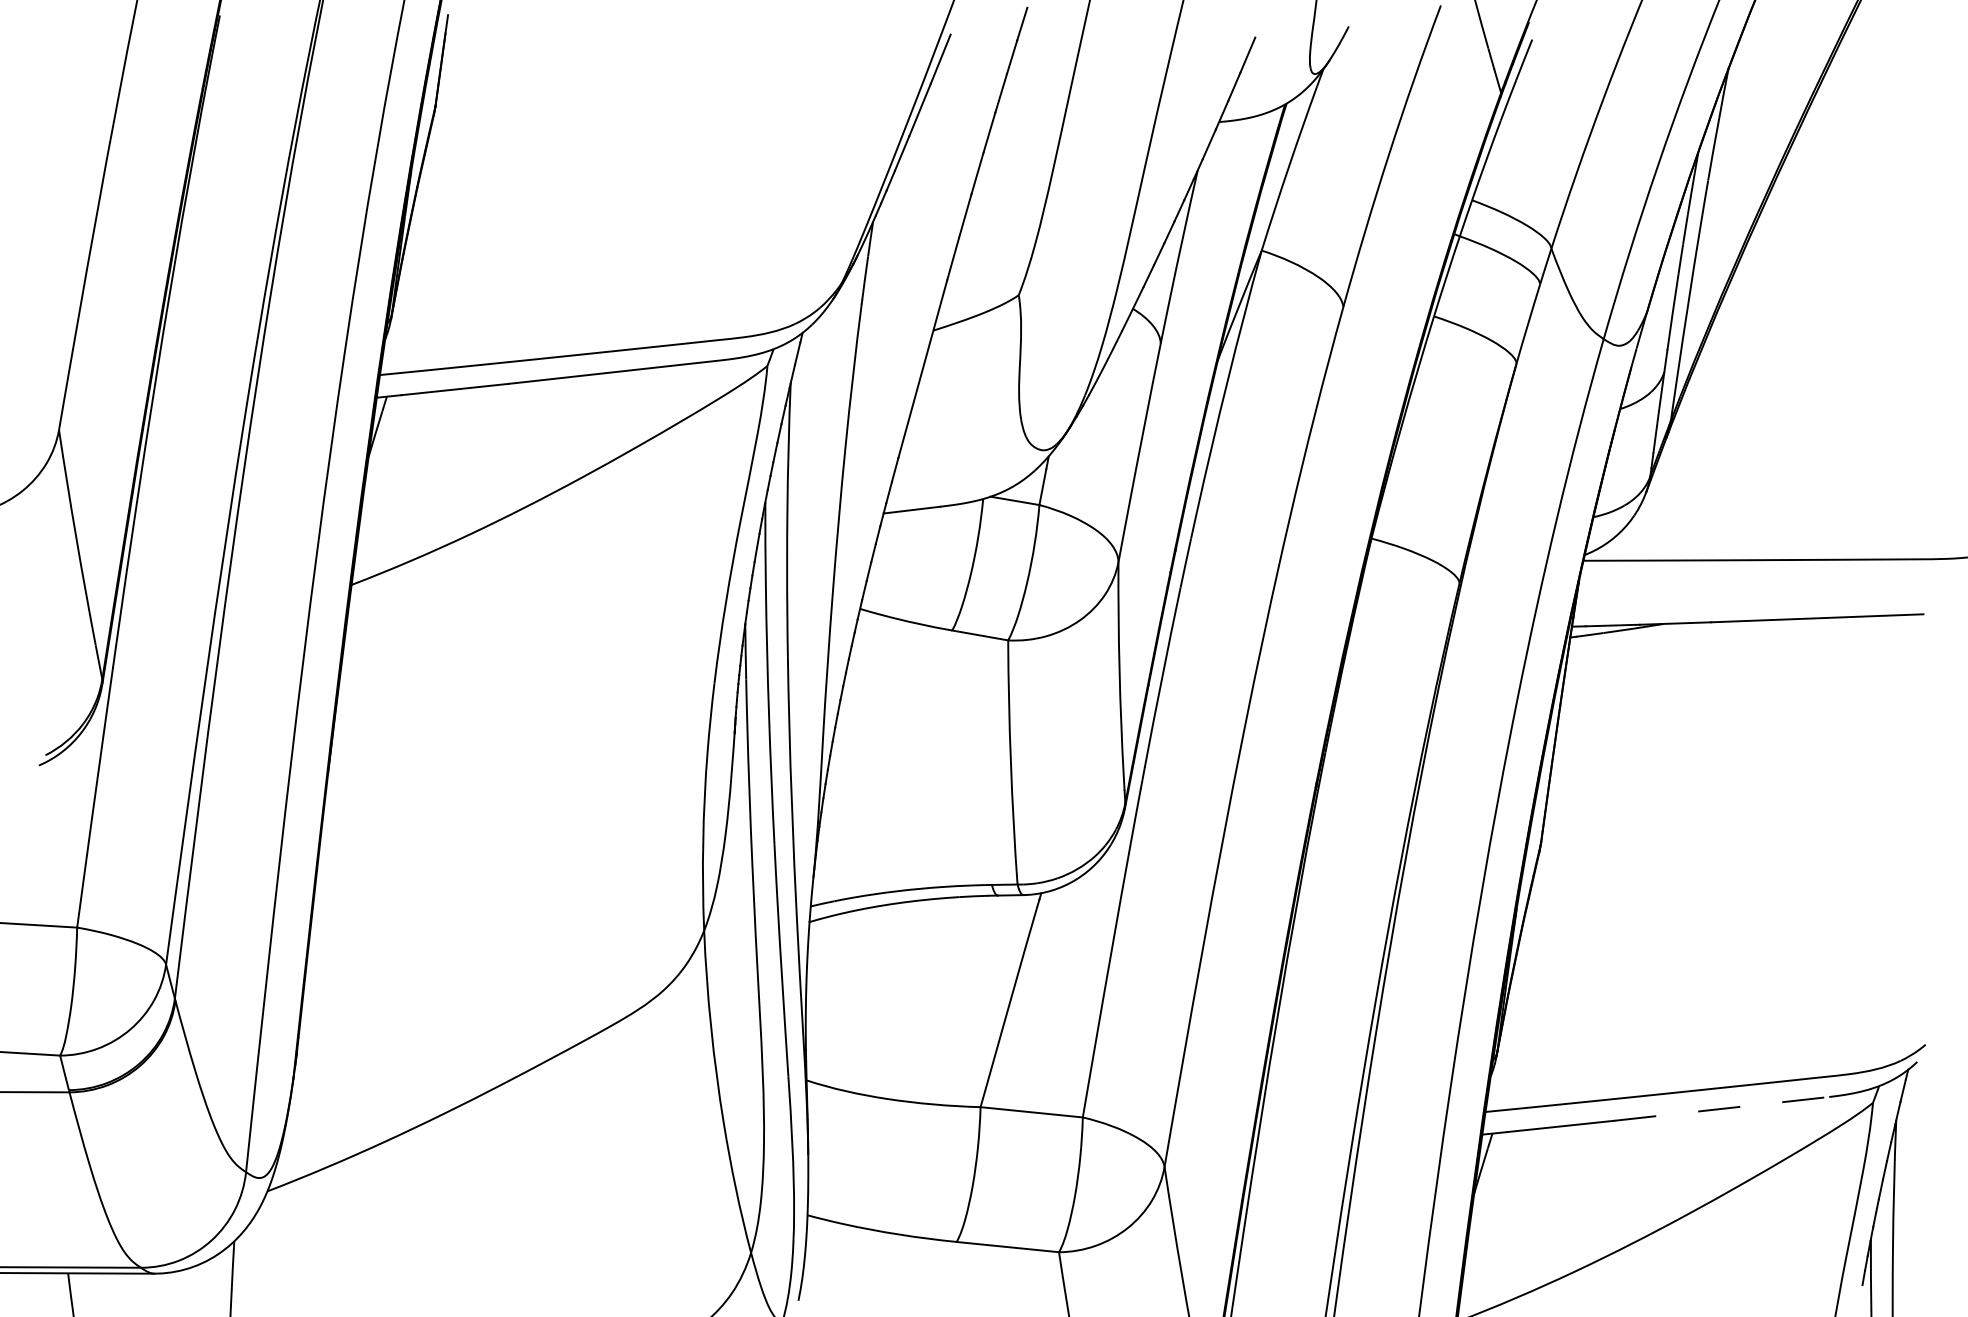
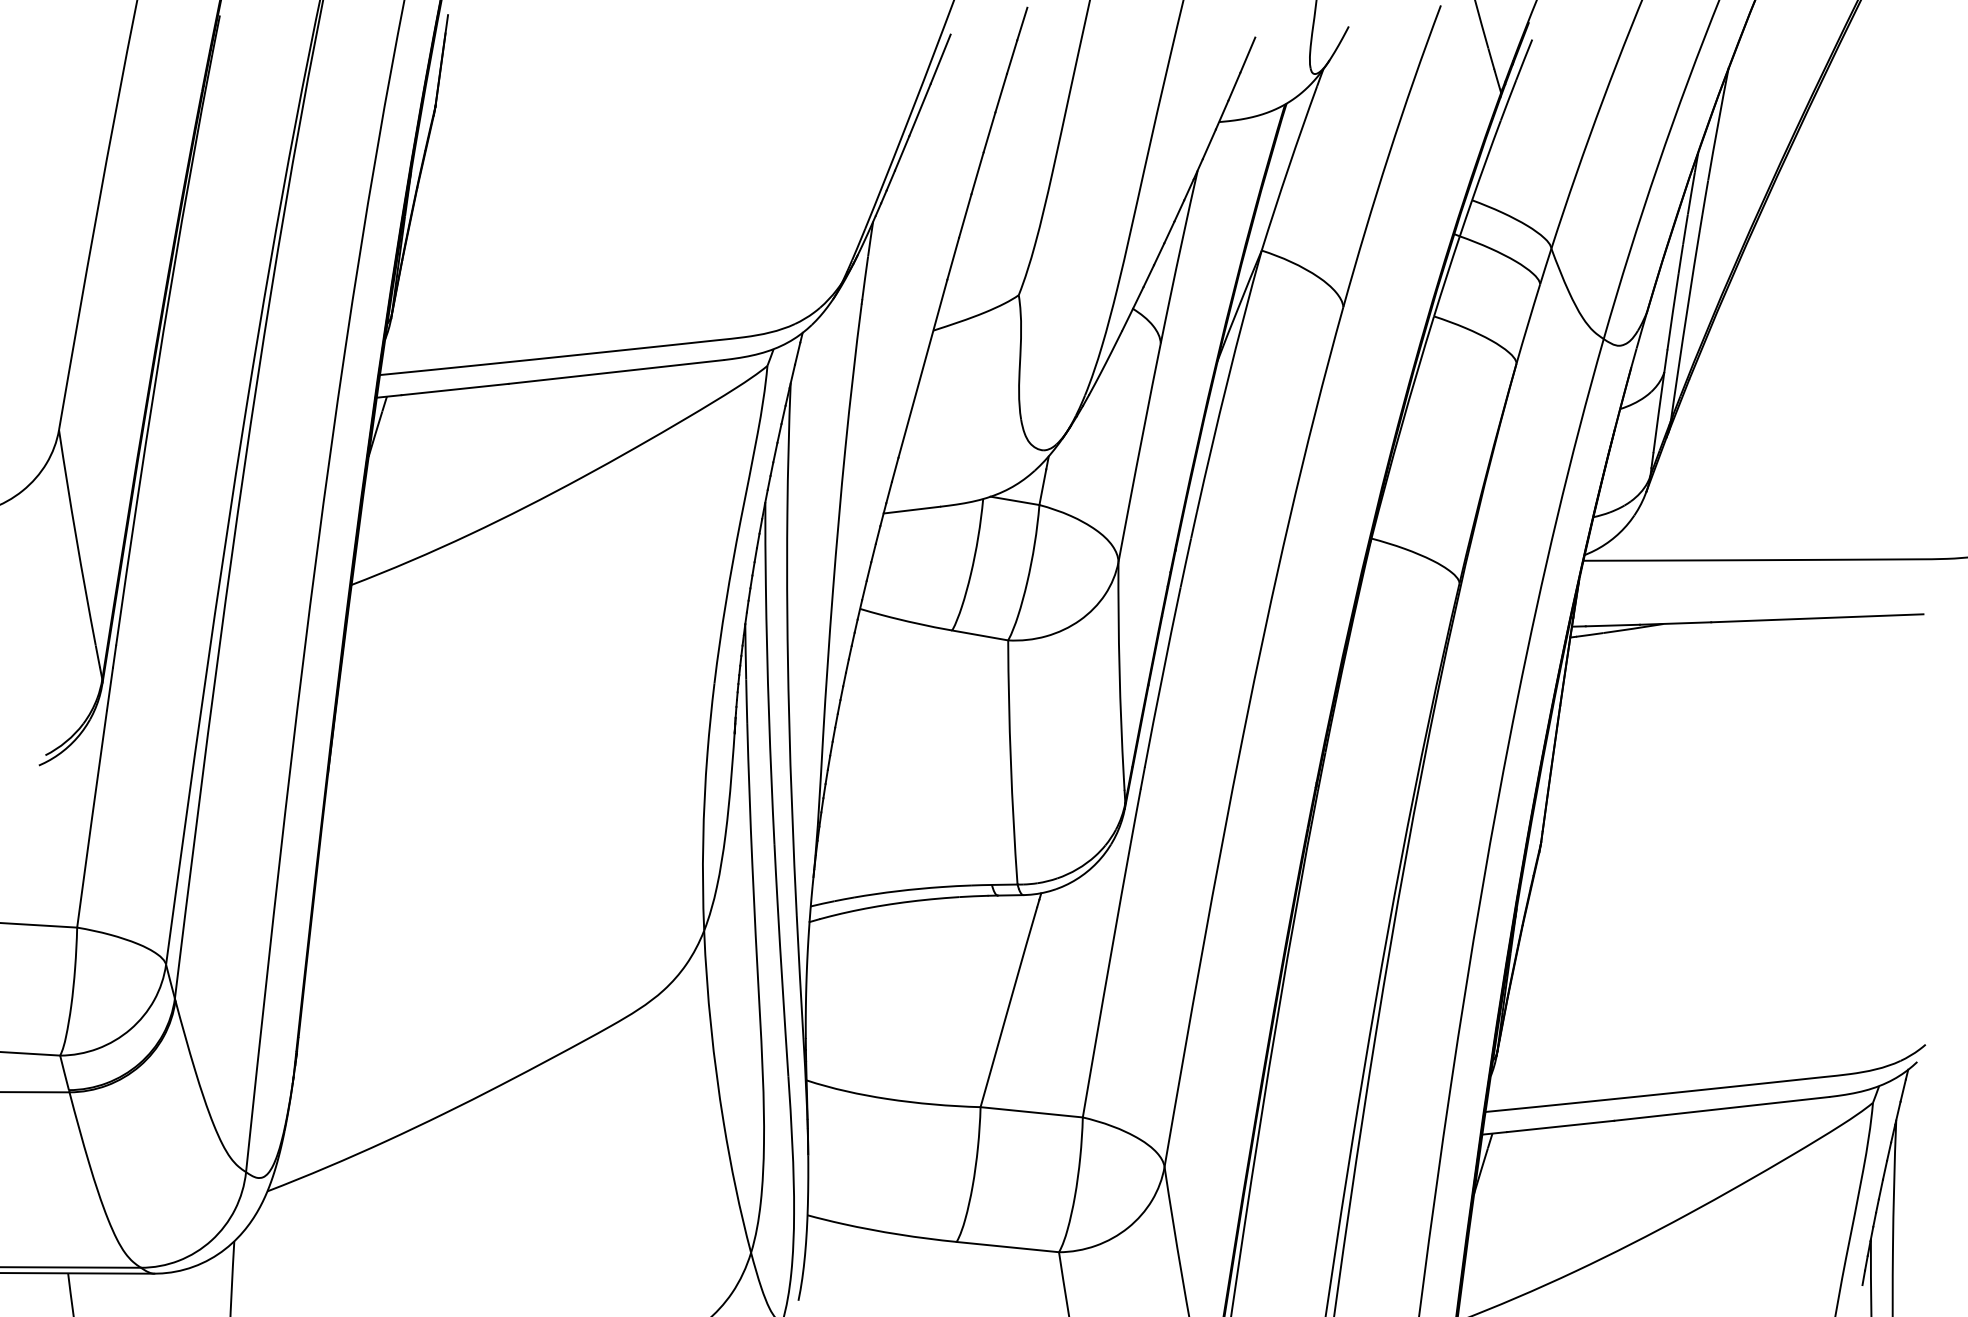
line at (1722, 1108): dashed -> solid
